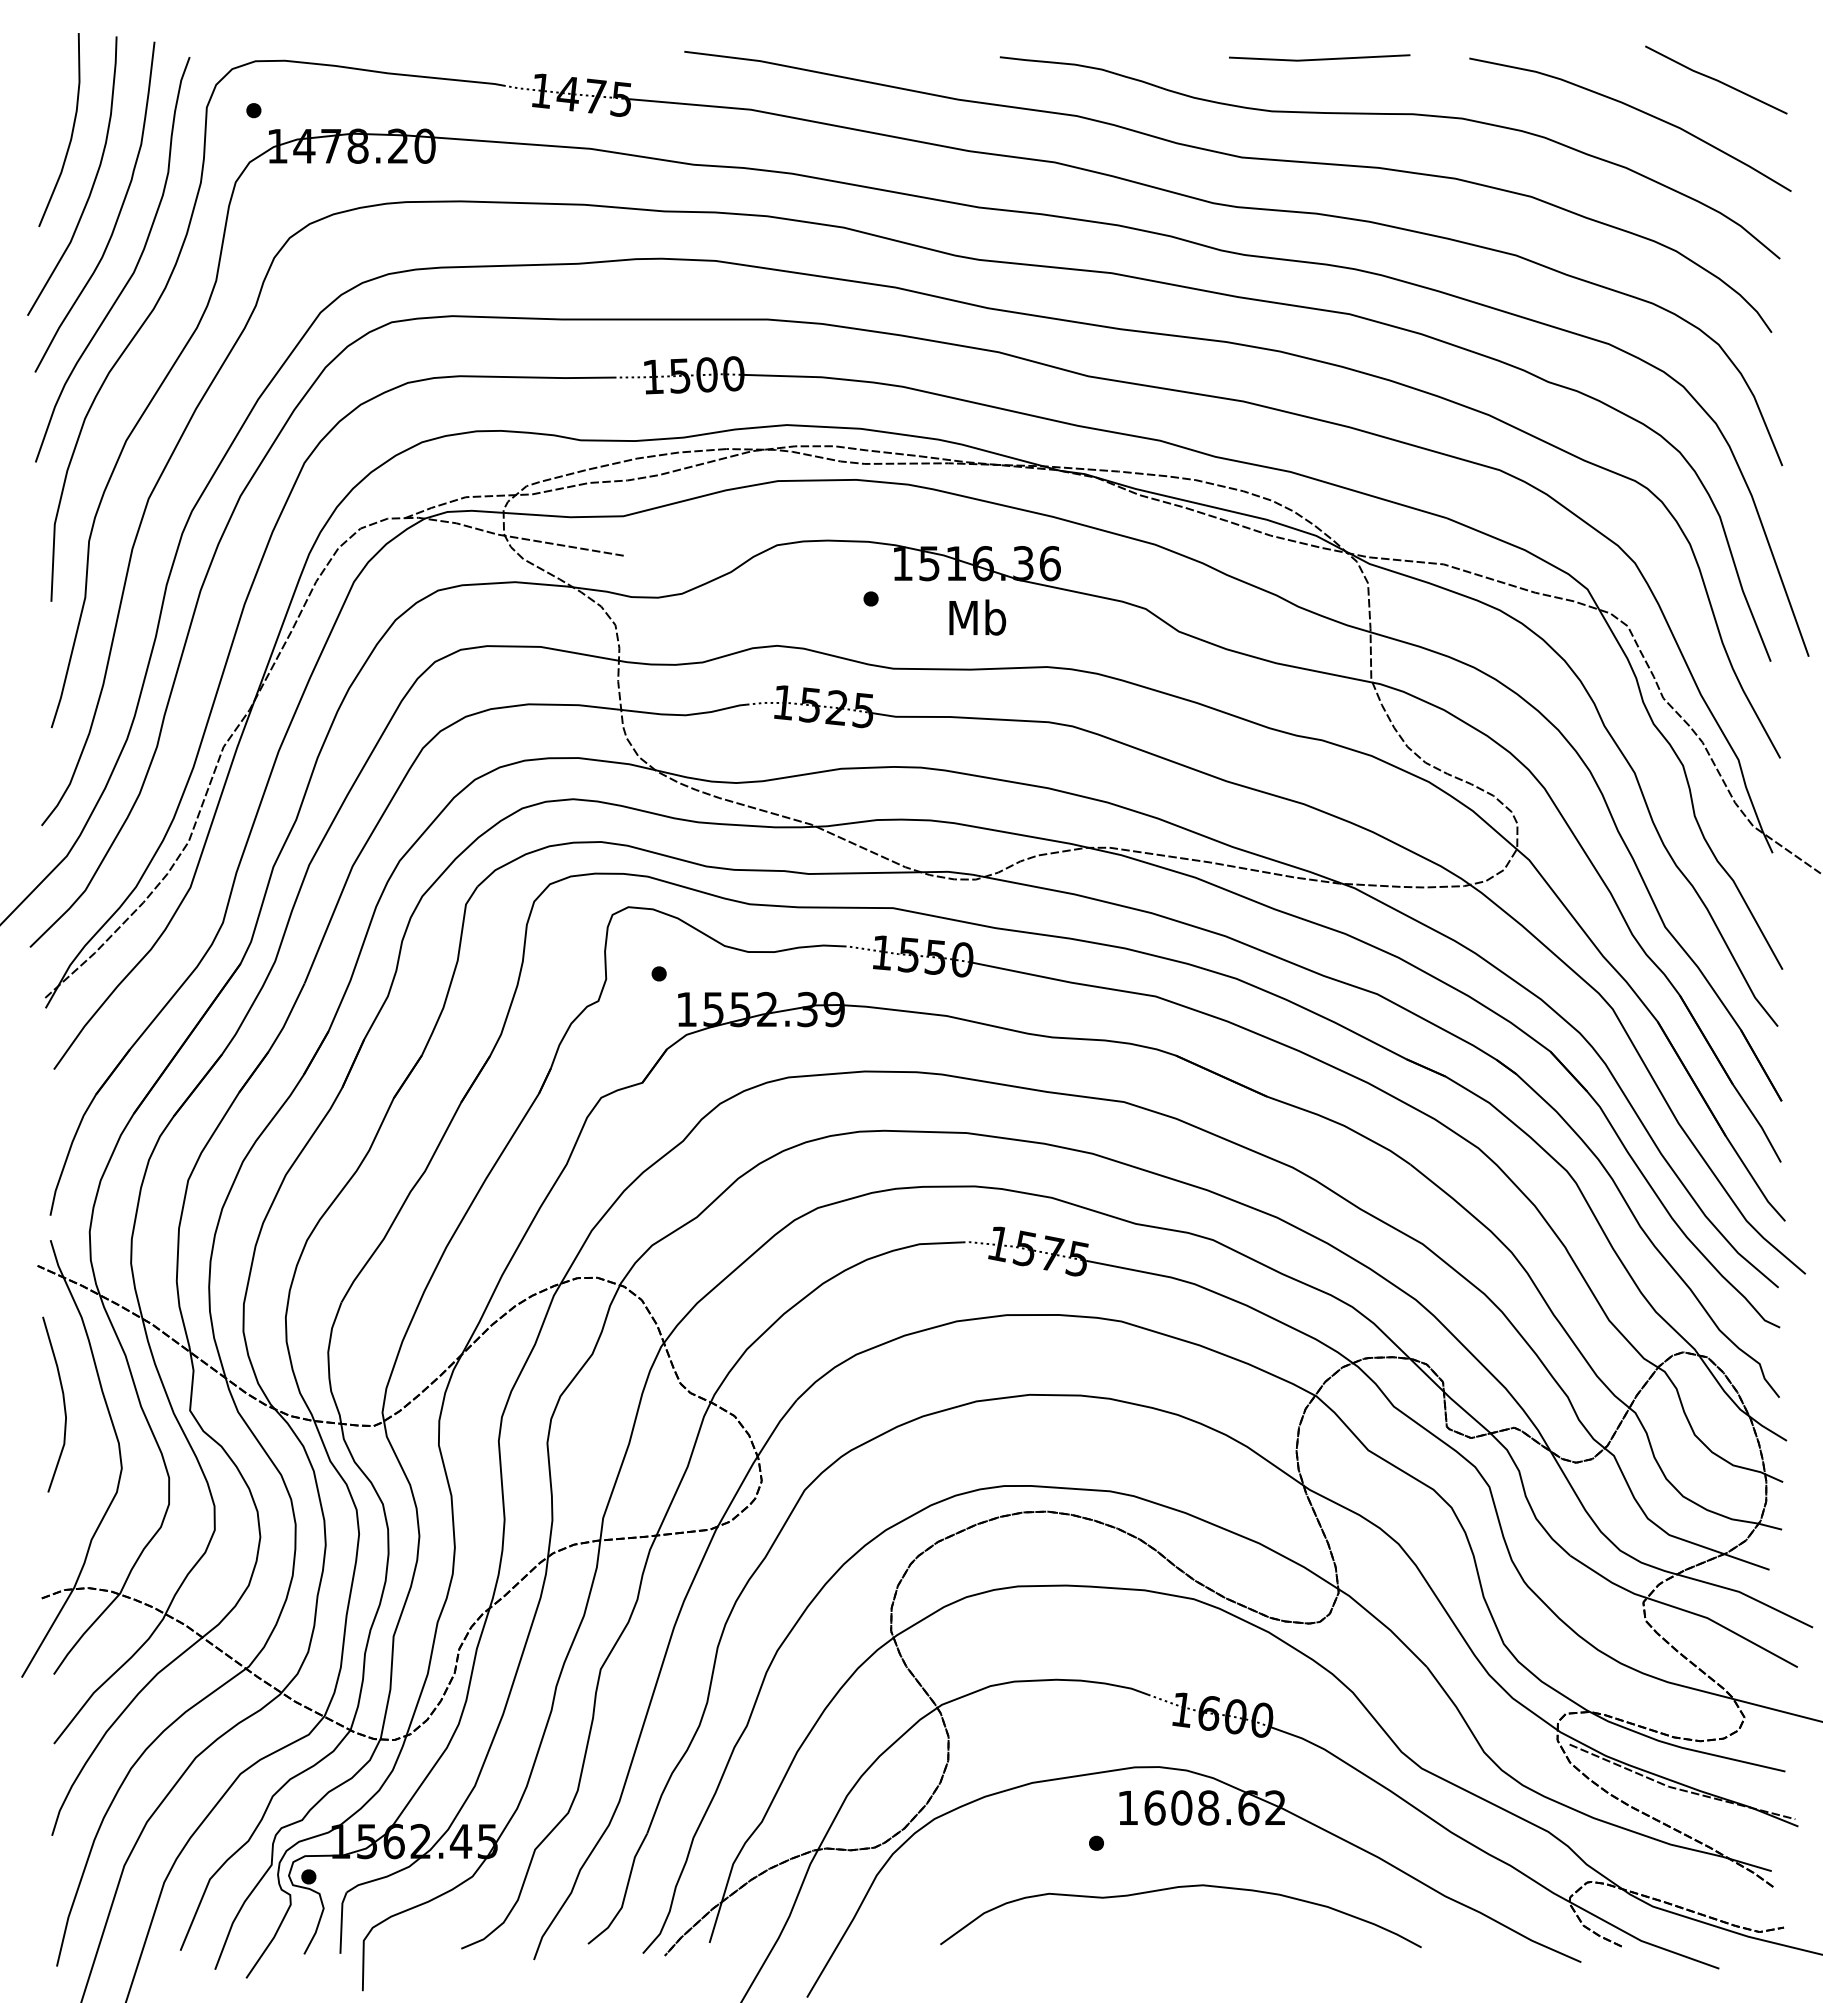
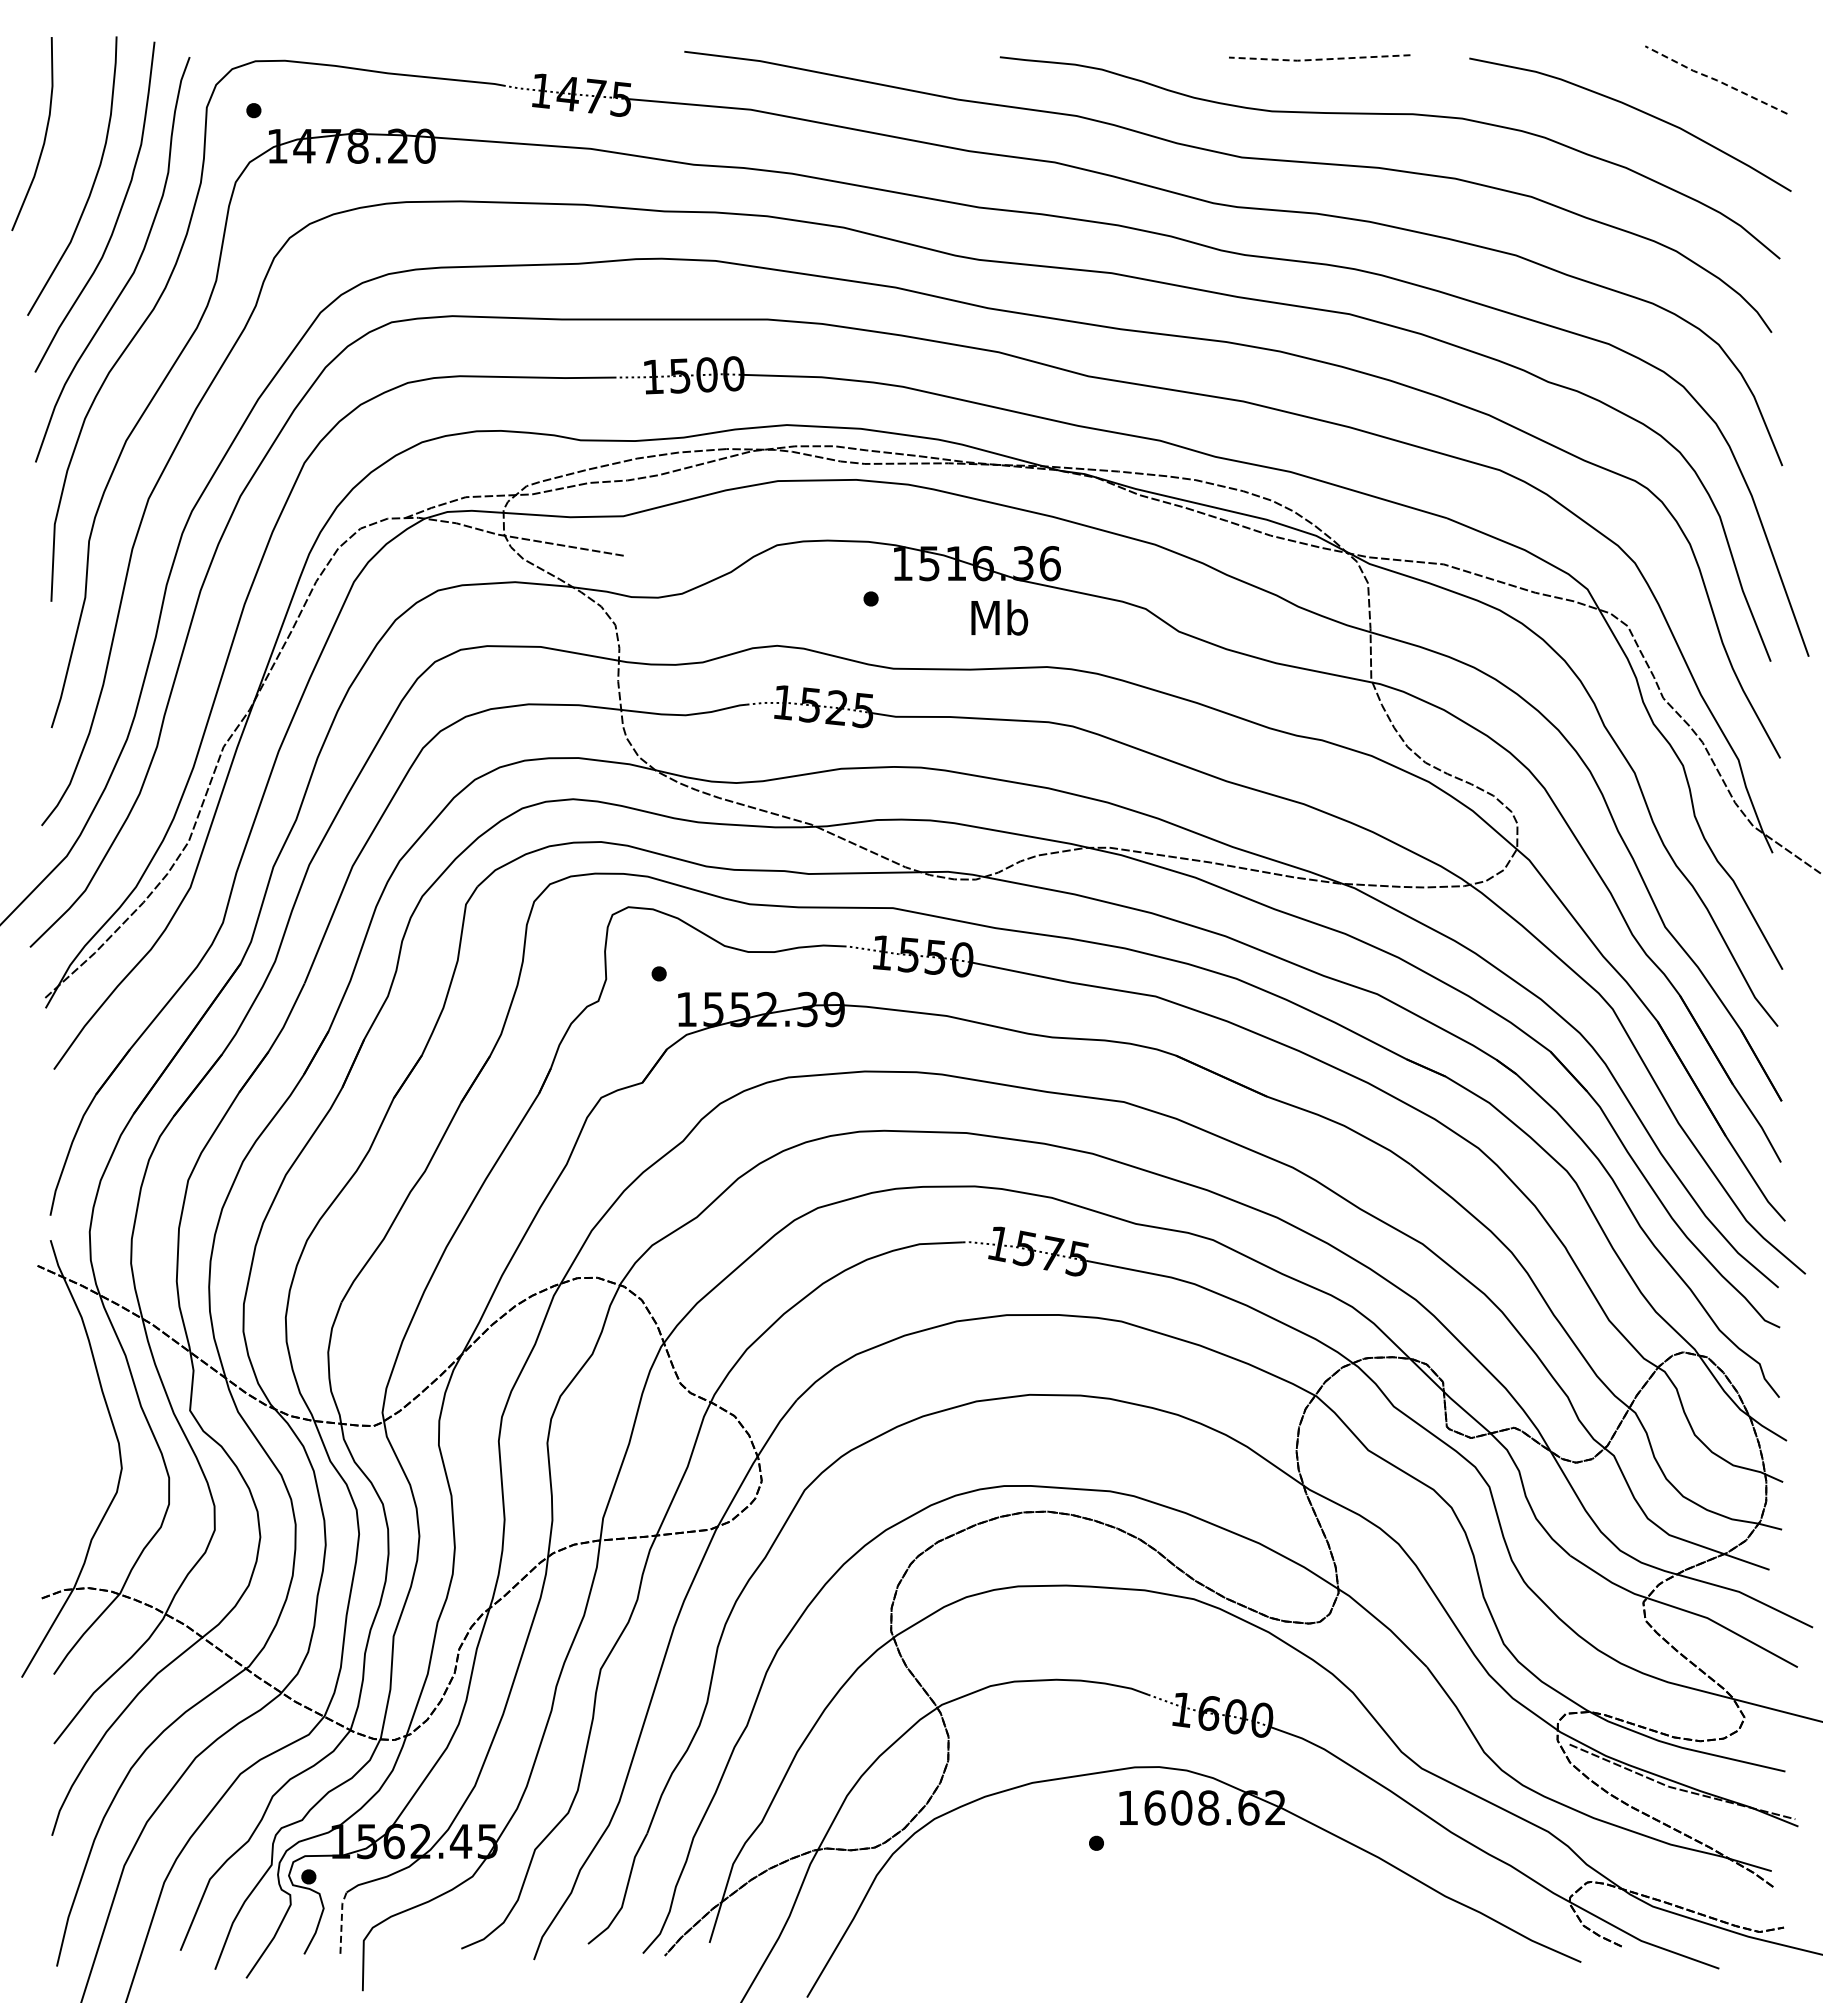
line at (1319, 59): solid -> dashed
line at (1715, 79): solid -> dashed
curve at (71, 131) position: (71, 131) -> (44, 135)
text at (977, 617) position: (977, 617) -> (999, 617)
curve at (63, 1404): present -> none
curve at (1177, 1888): present -> none
line at (341, 1922): solid -> dashed
